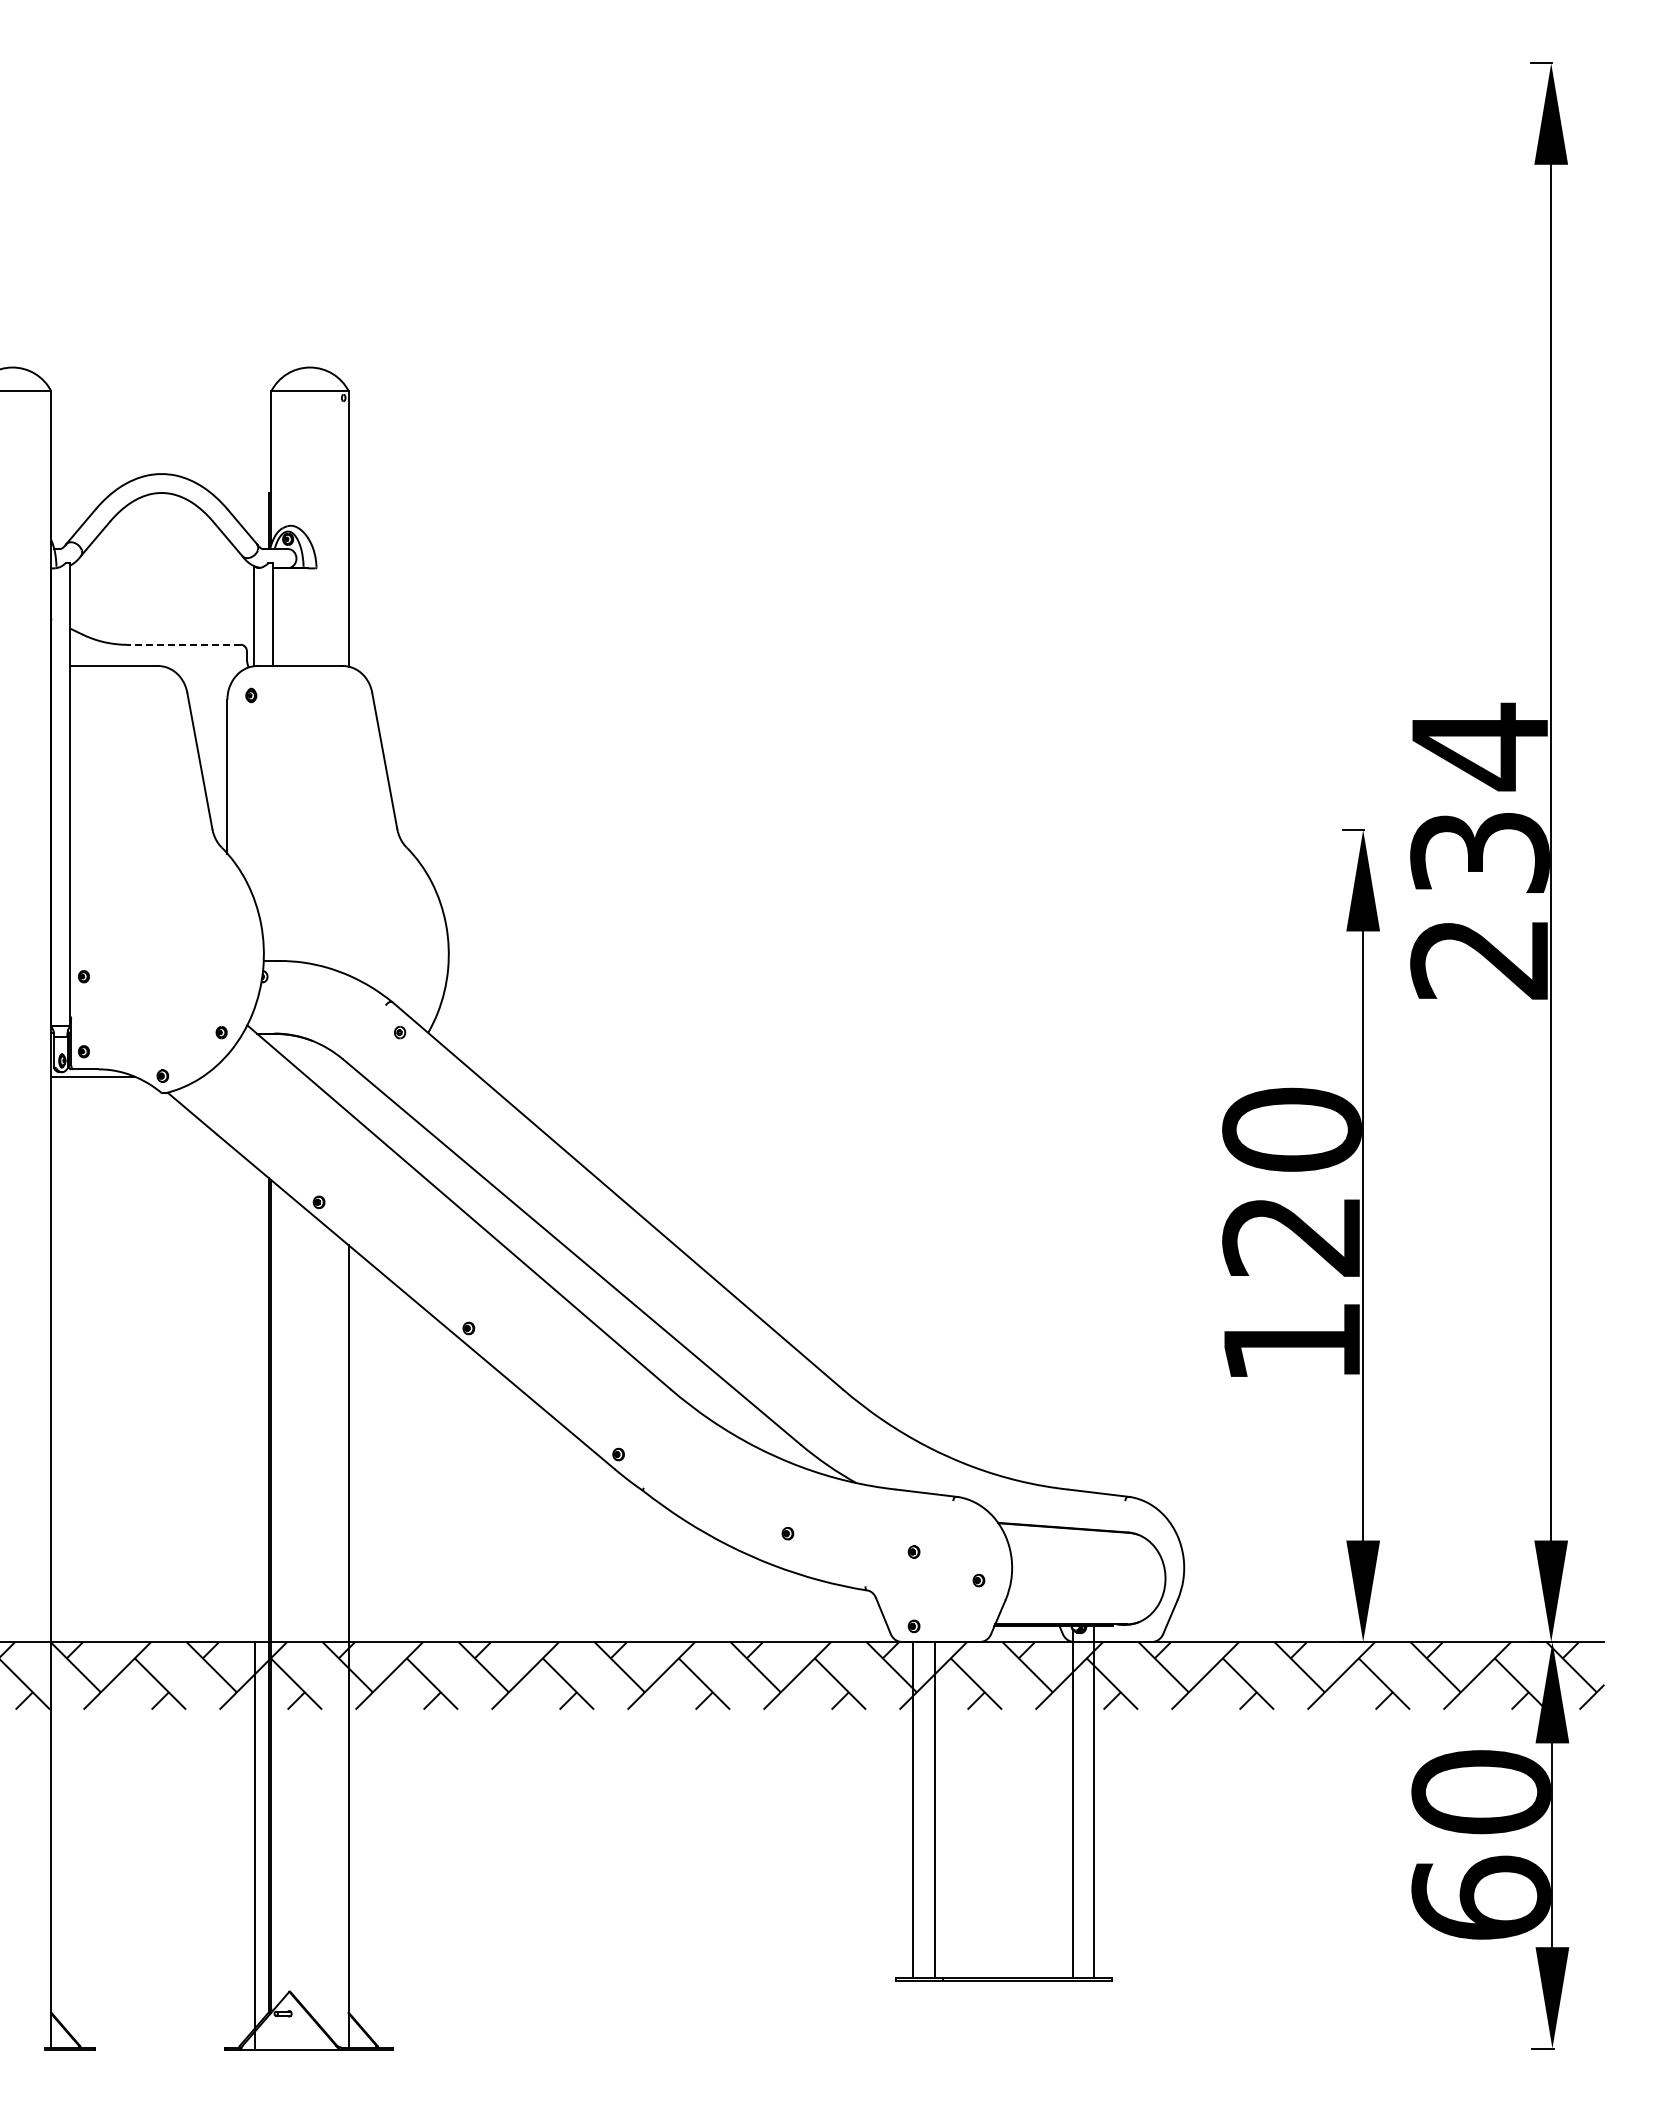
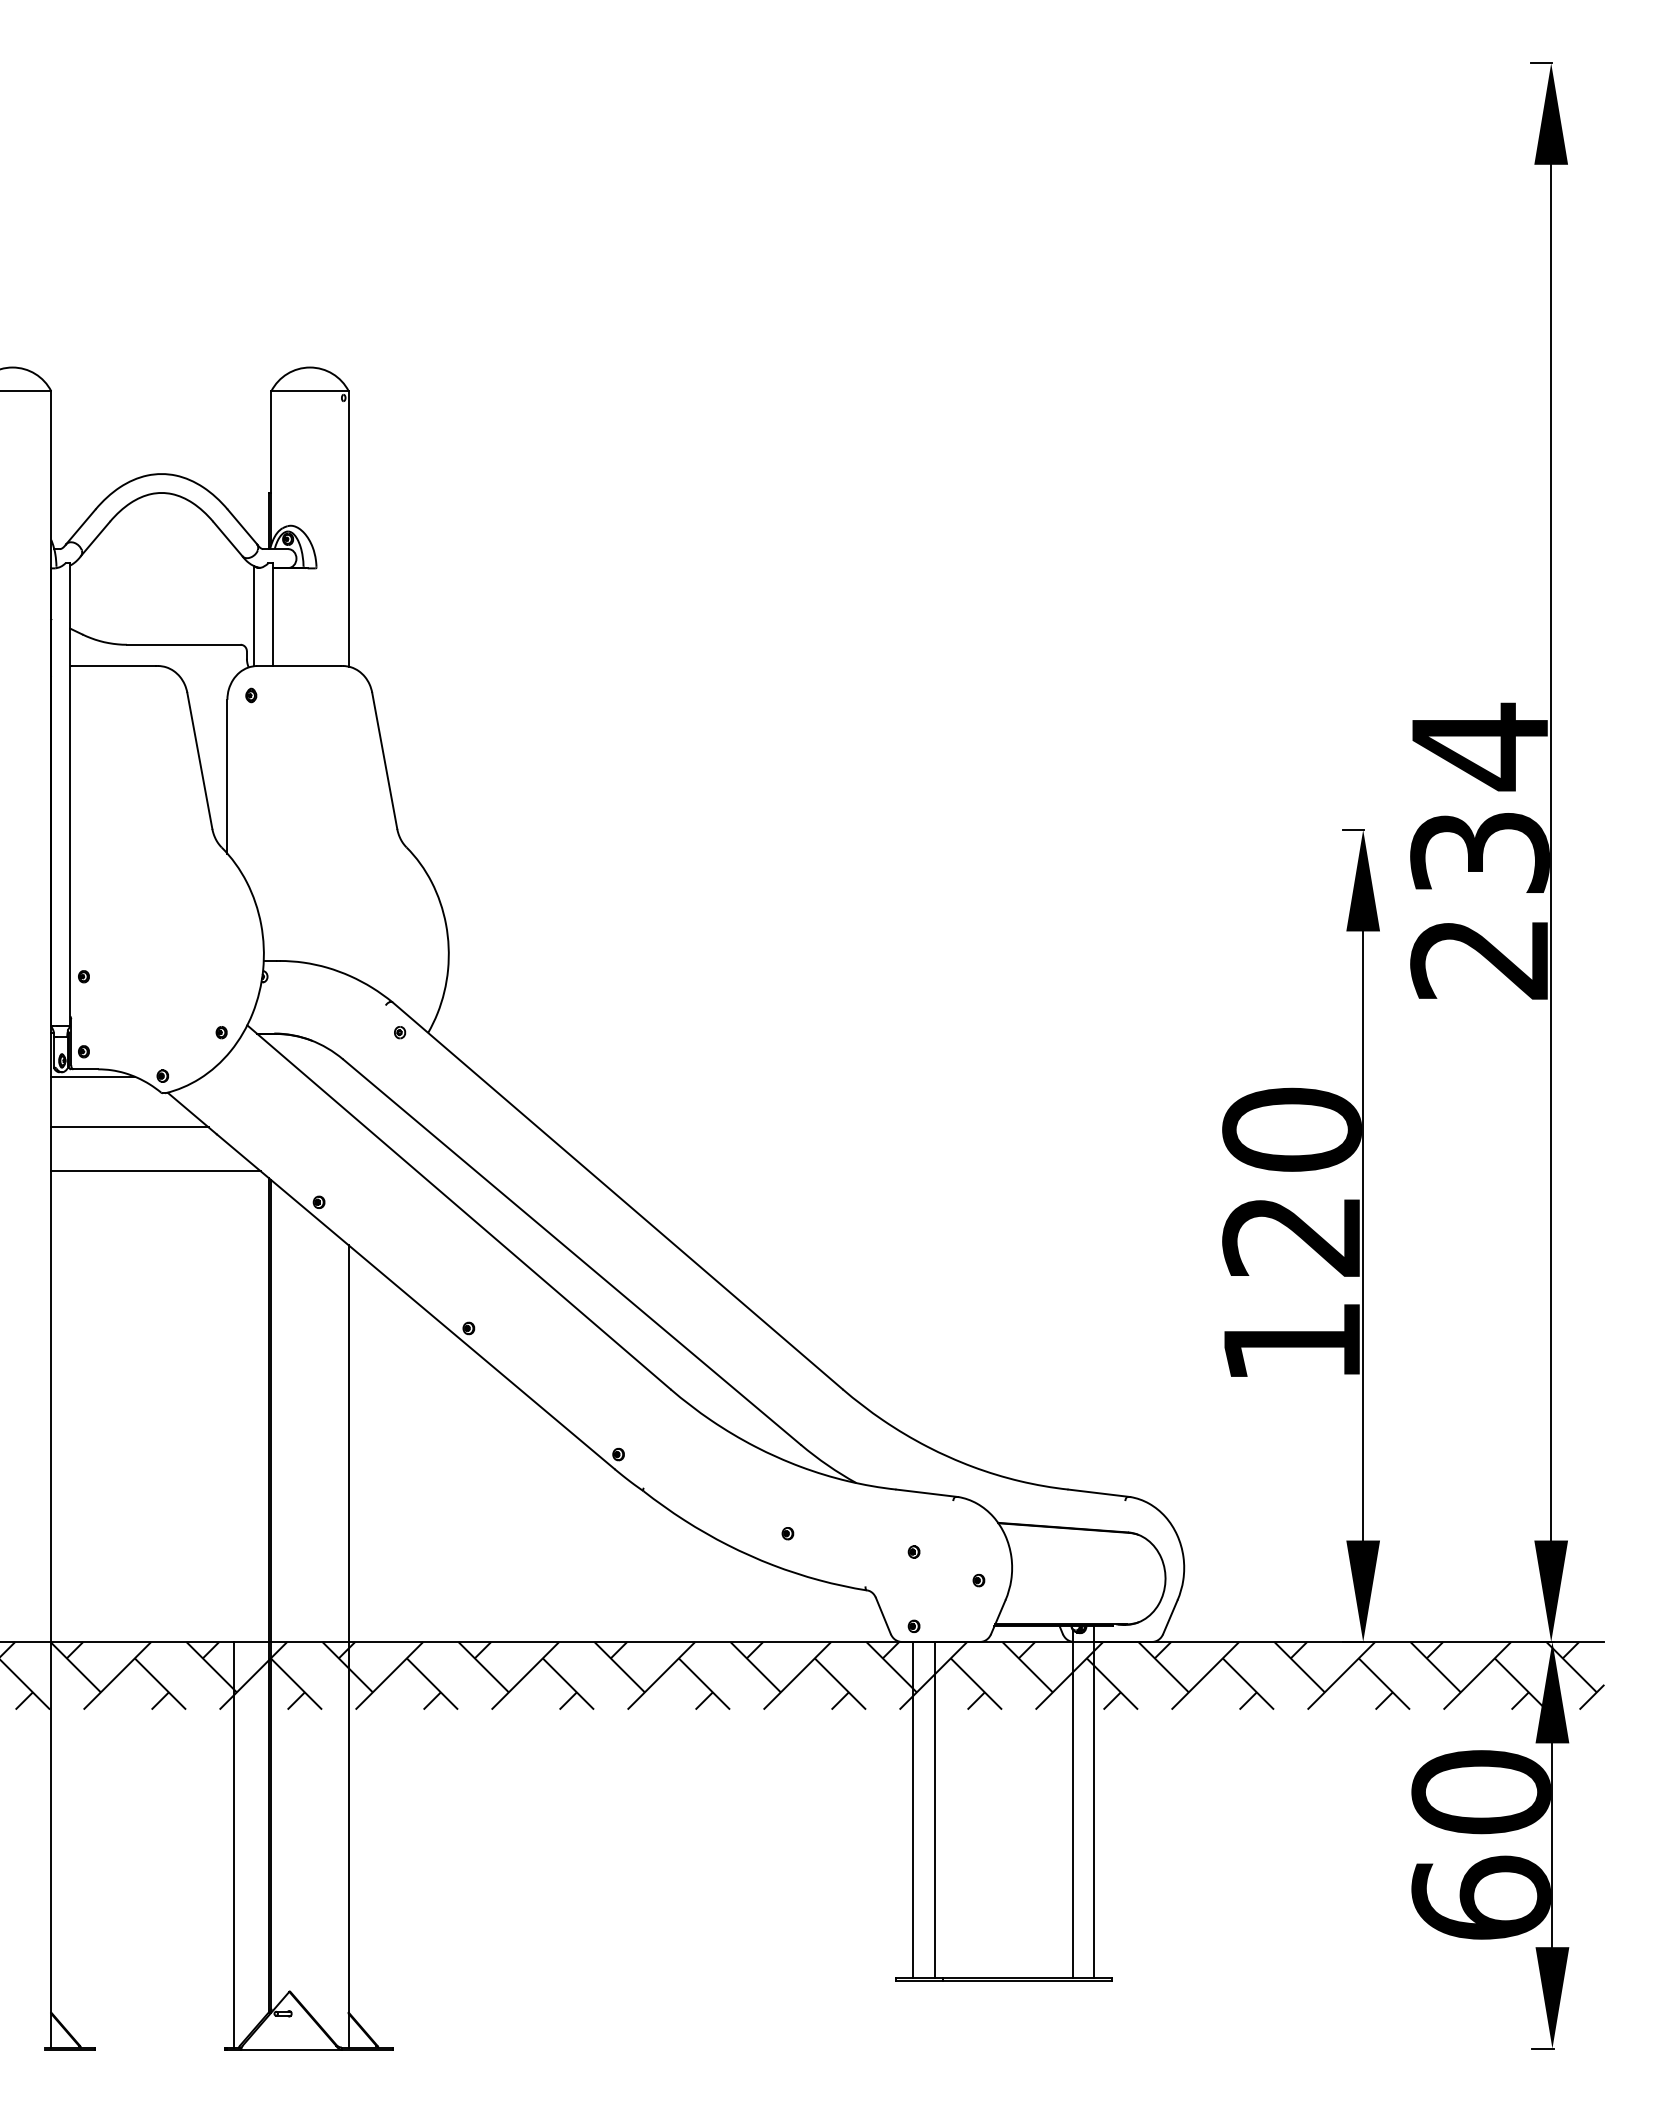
line at (183, 644): dashed -> solid
line at (129, 1127): none -> present
line at (155, 1171): none -> present
line at (255, 1844) position: (255, 1844) -> (234, 1844)
